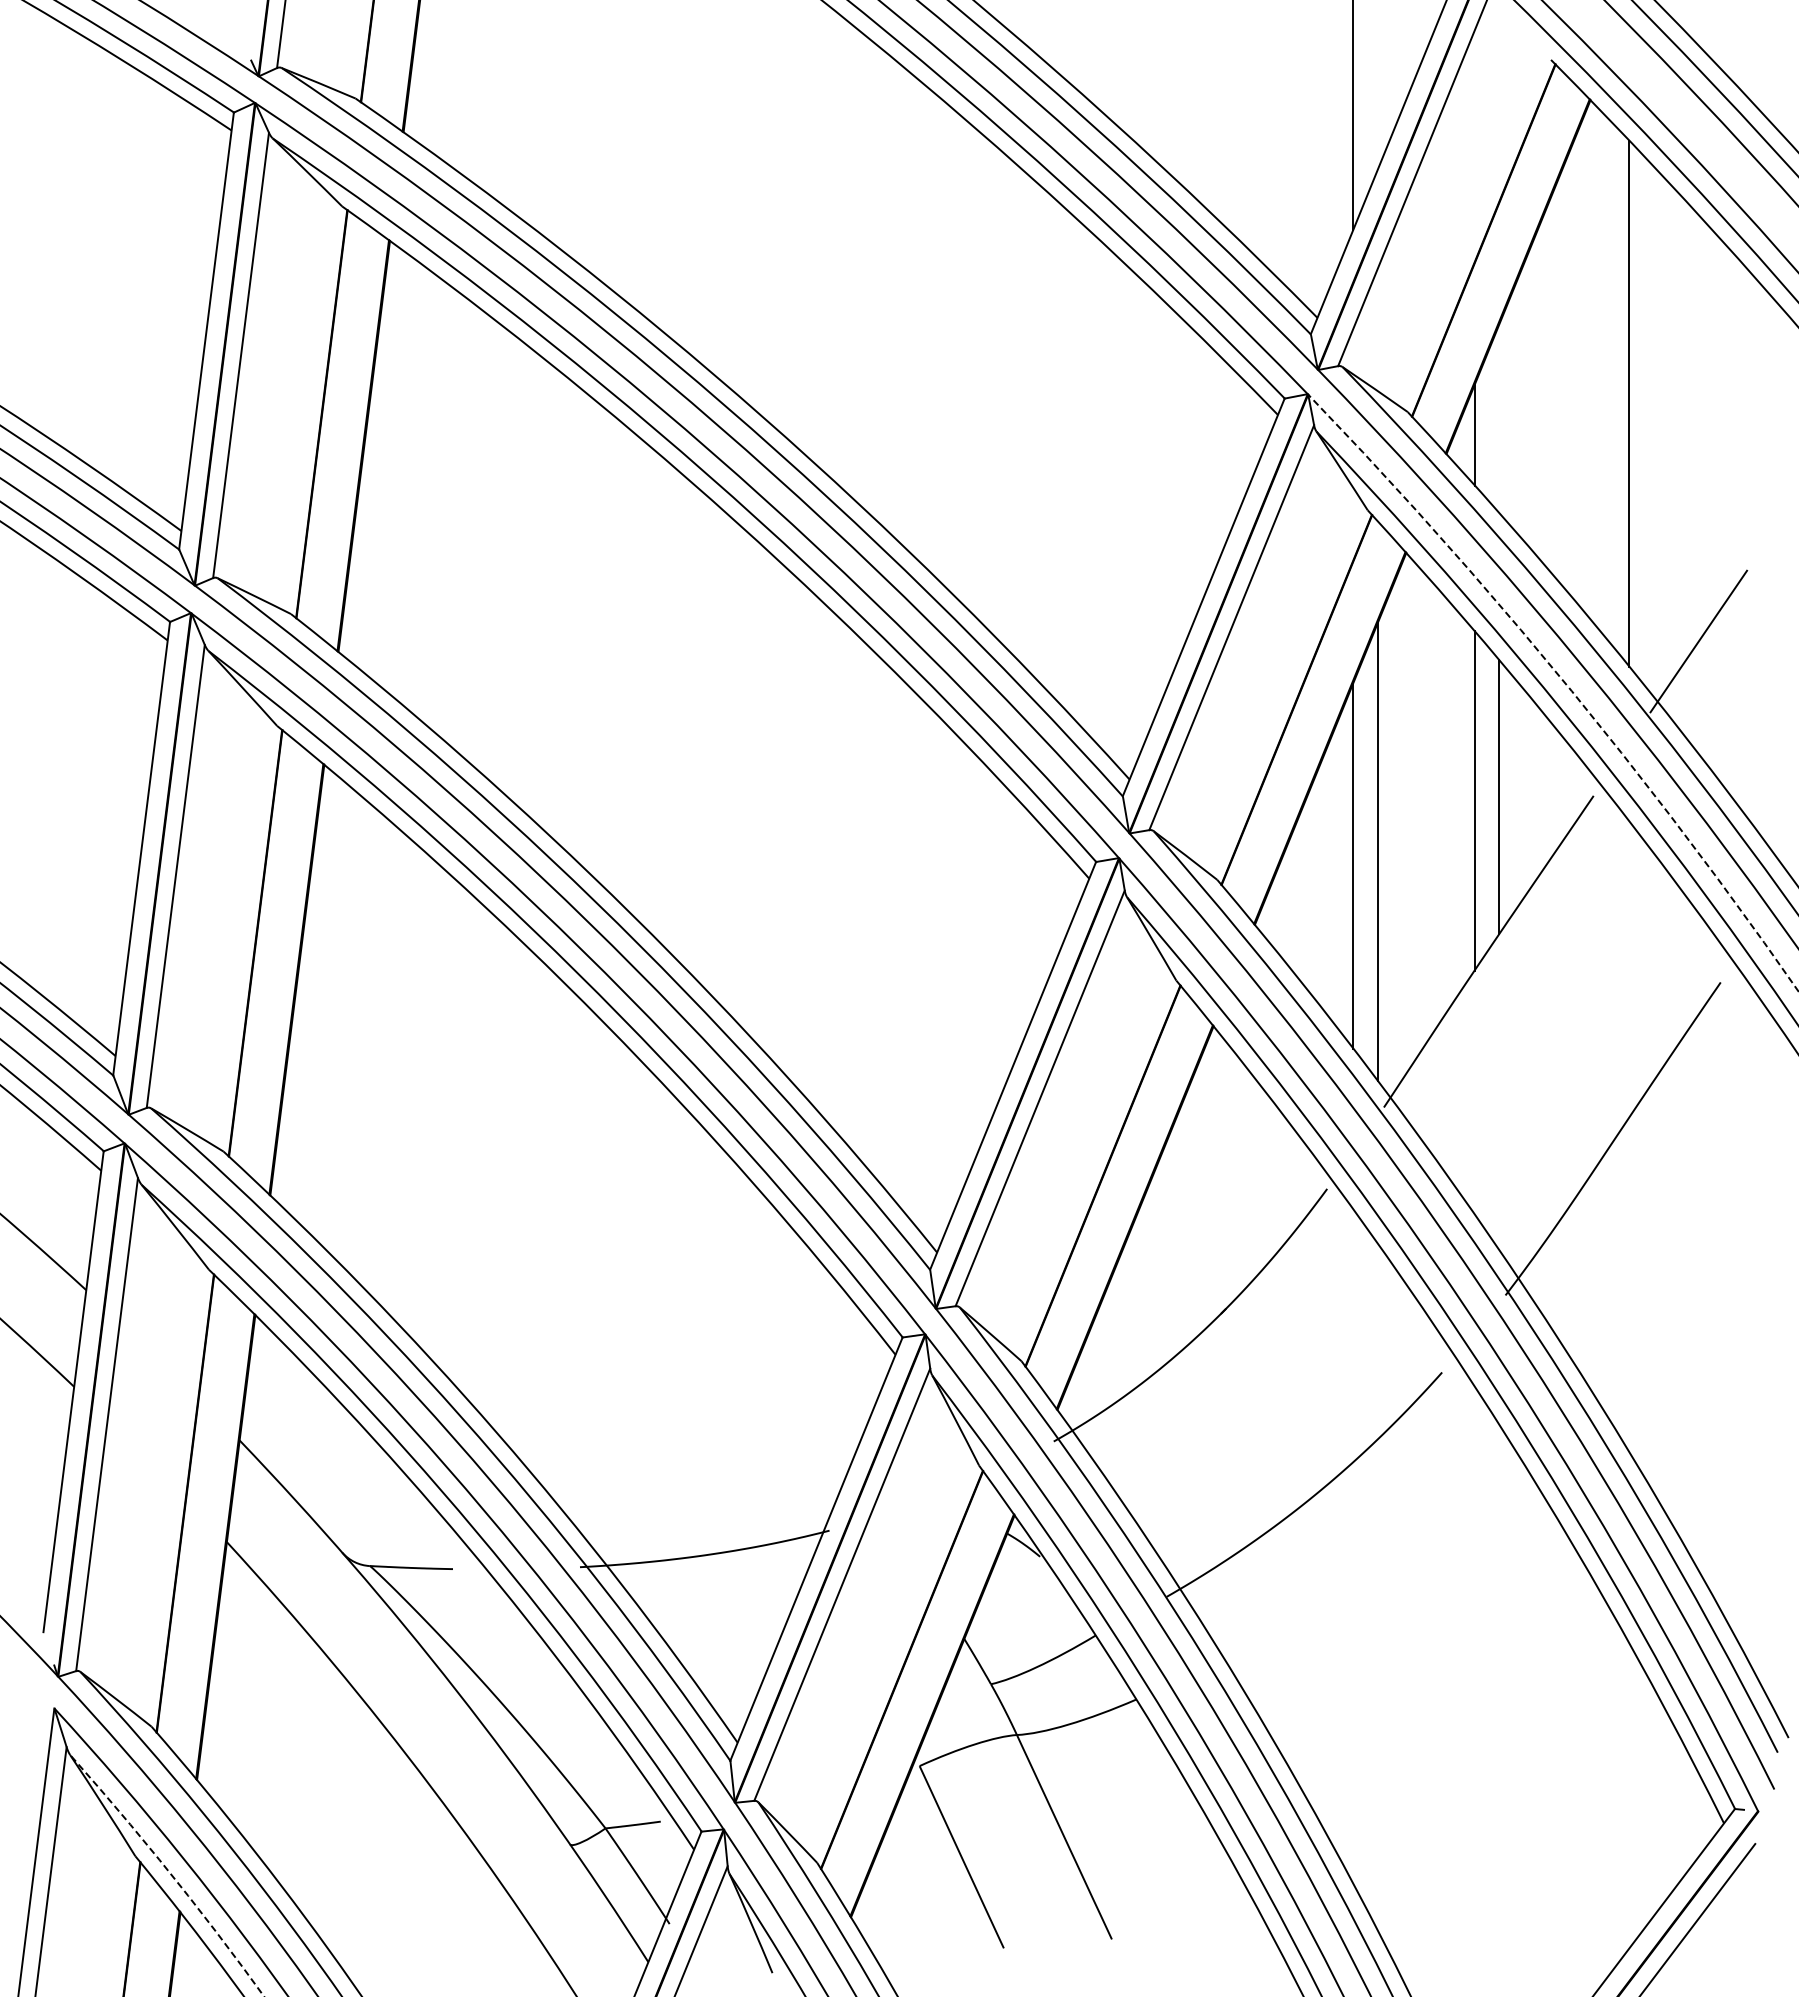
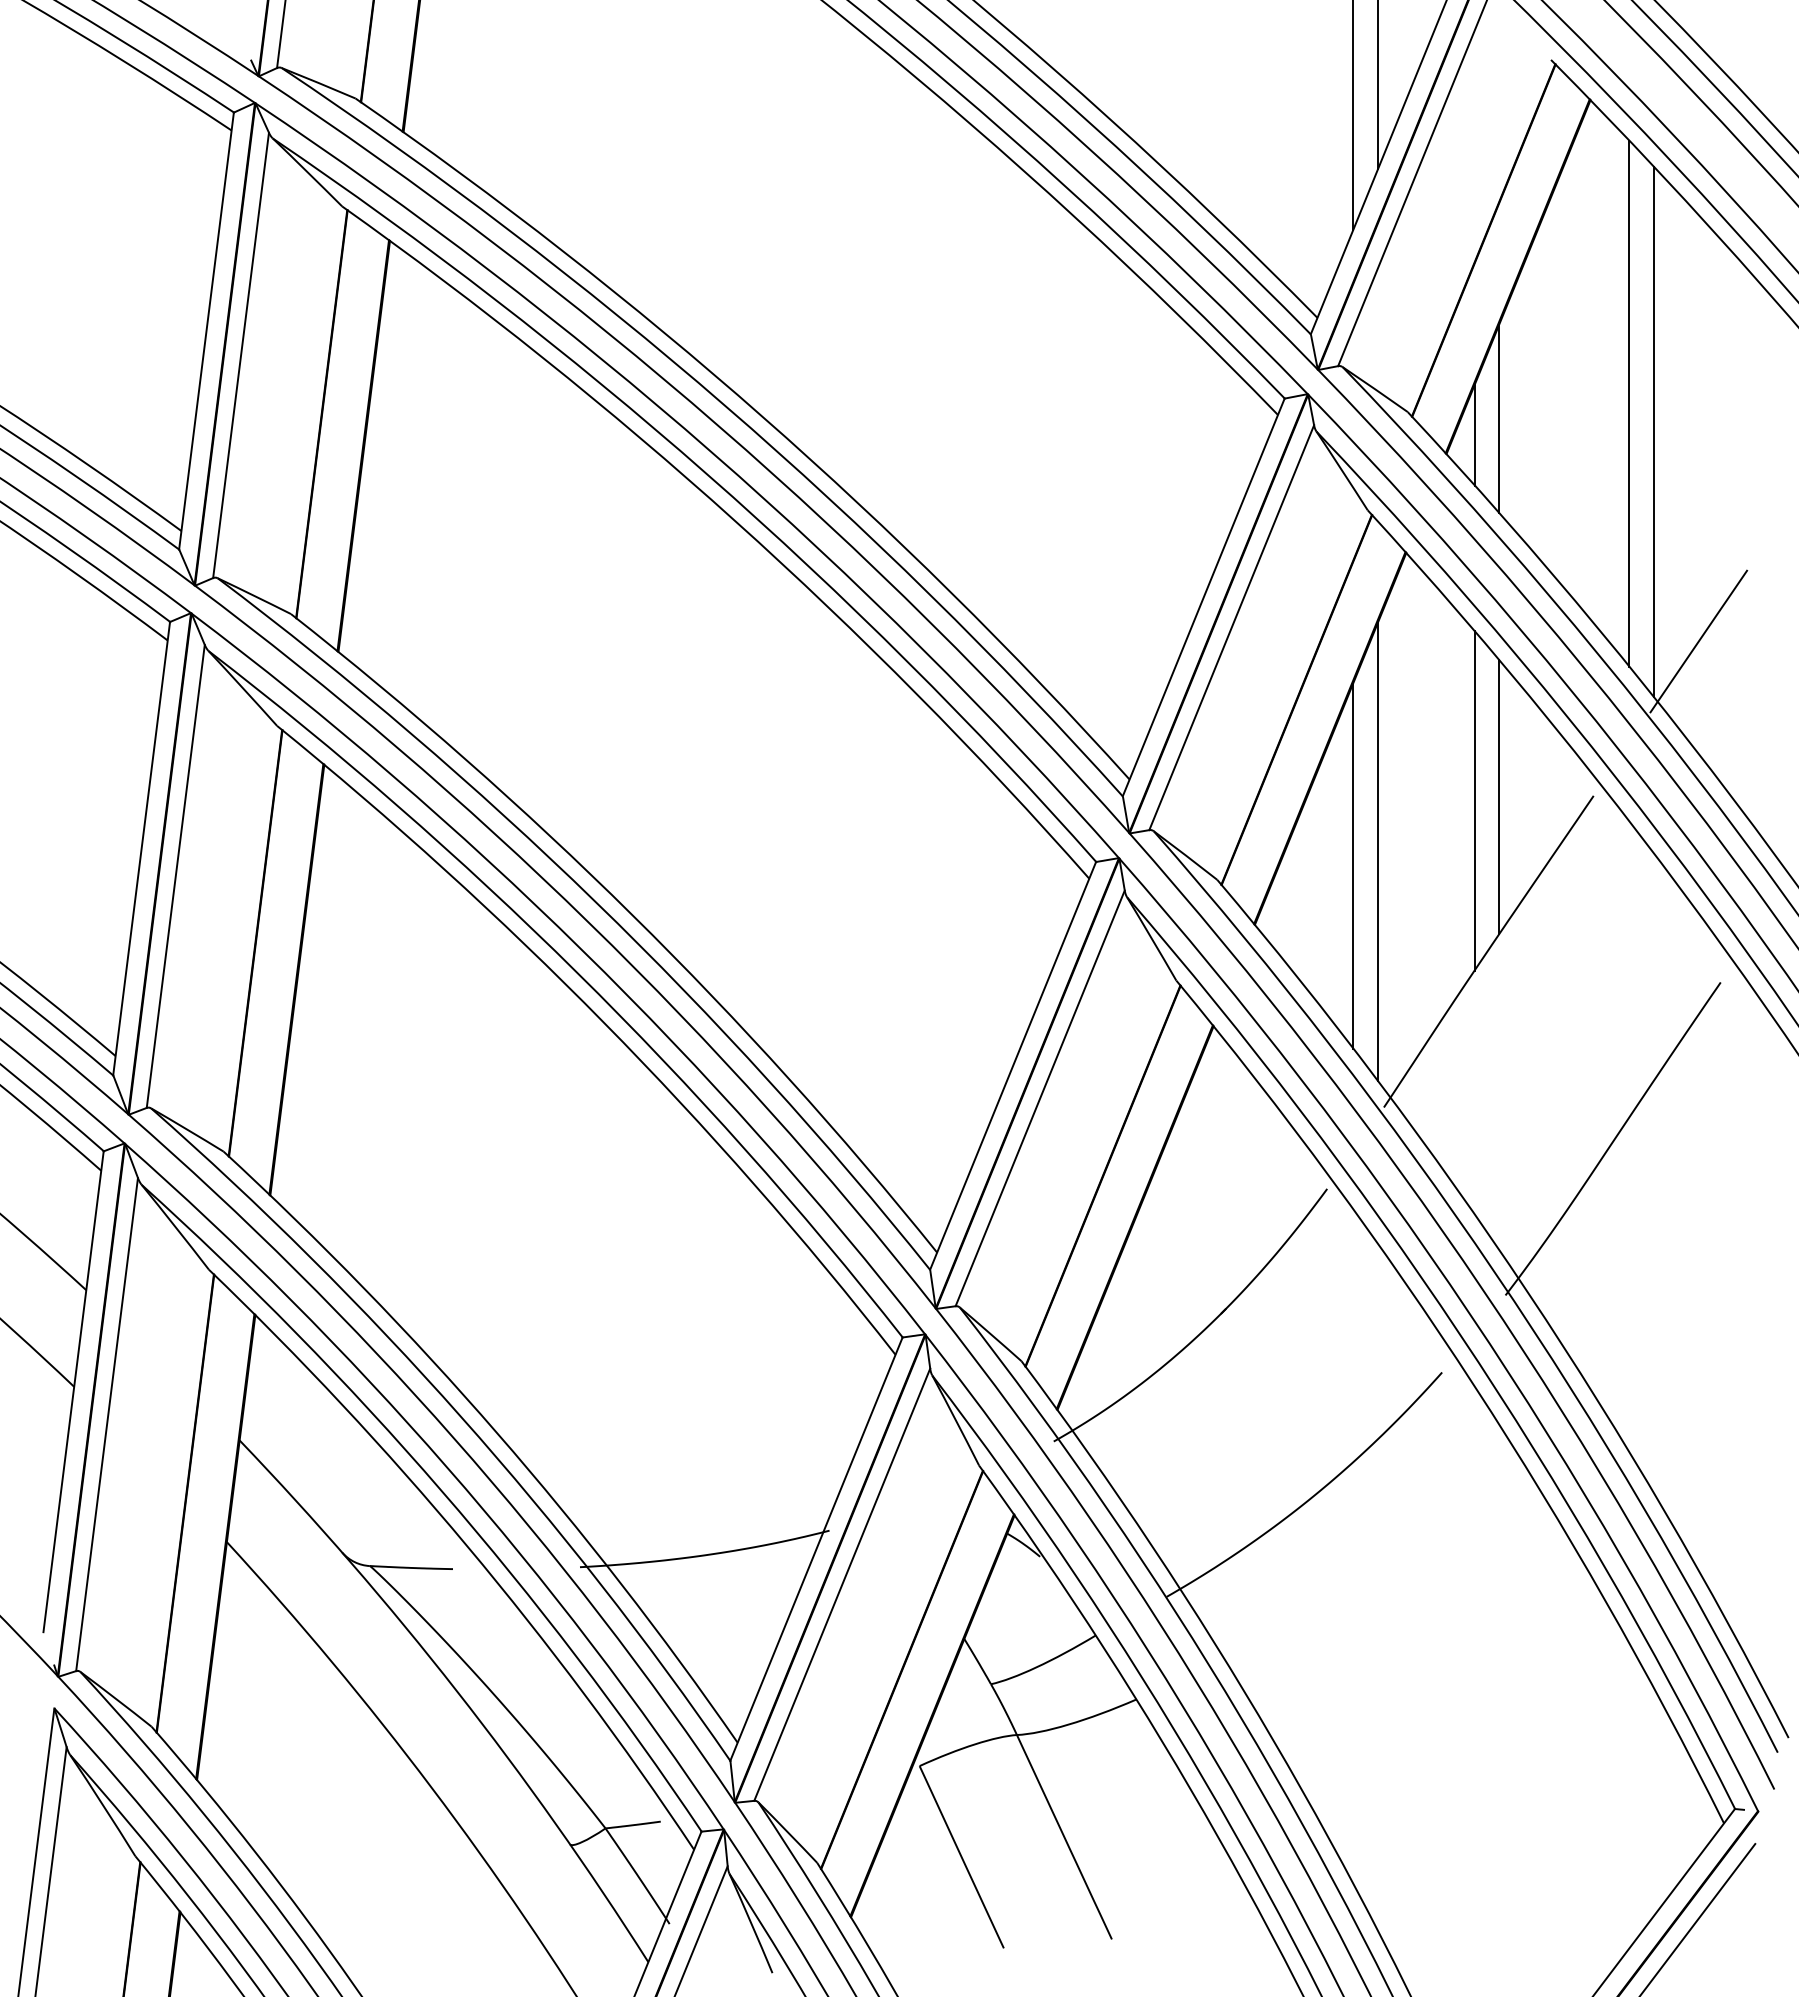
line at (1378, 85): none -> present
line at (1499, 418): none -> present
line at (1654, 432): none -> present
arc at (1565, 683): dashed -> solid
arc at (170, 1873): dashed -> solid
